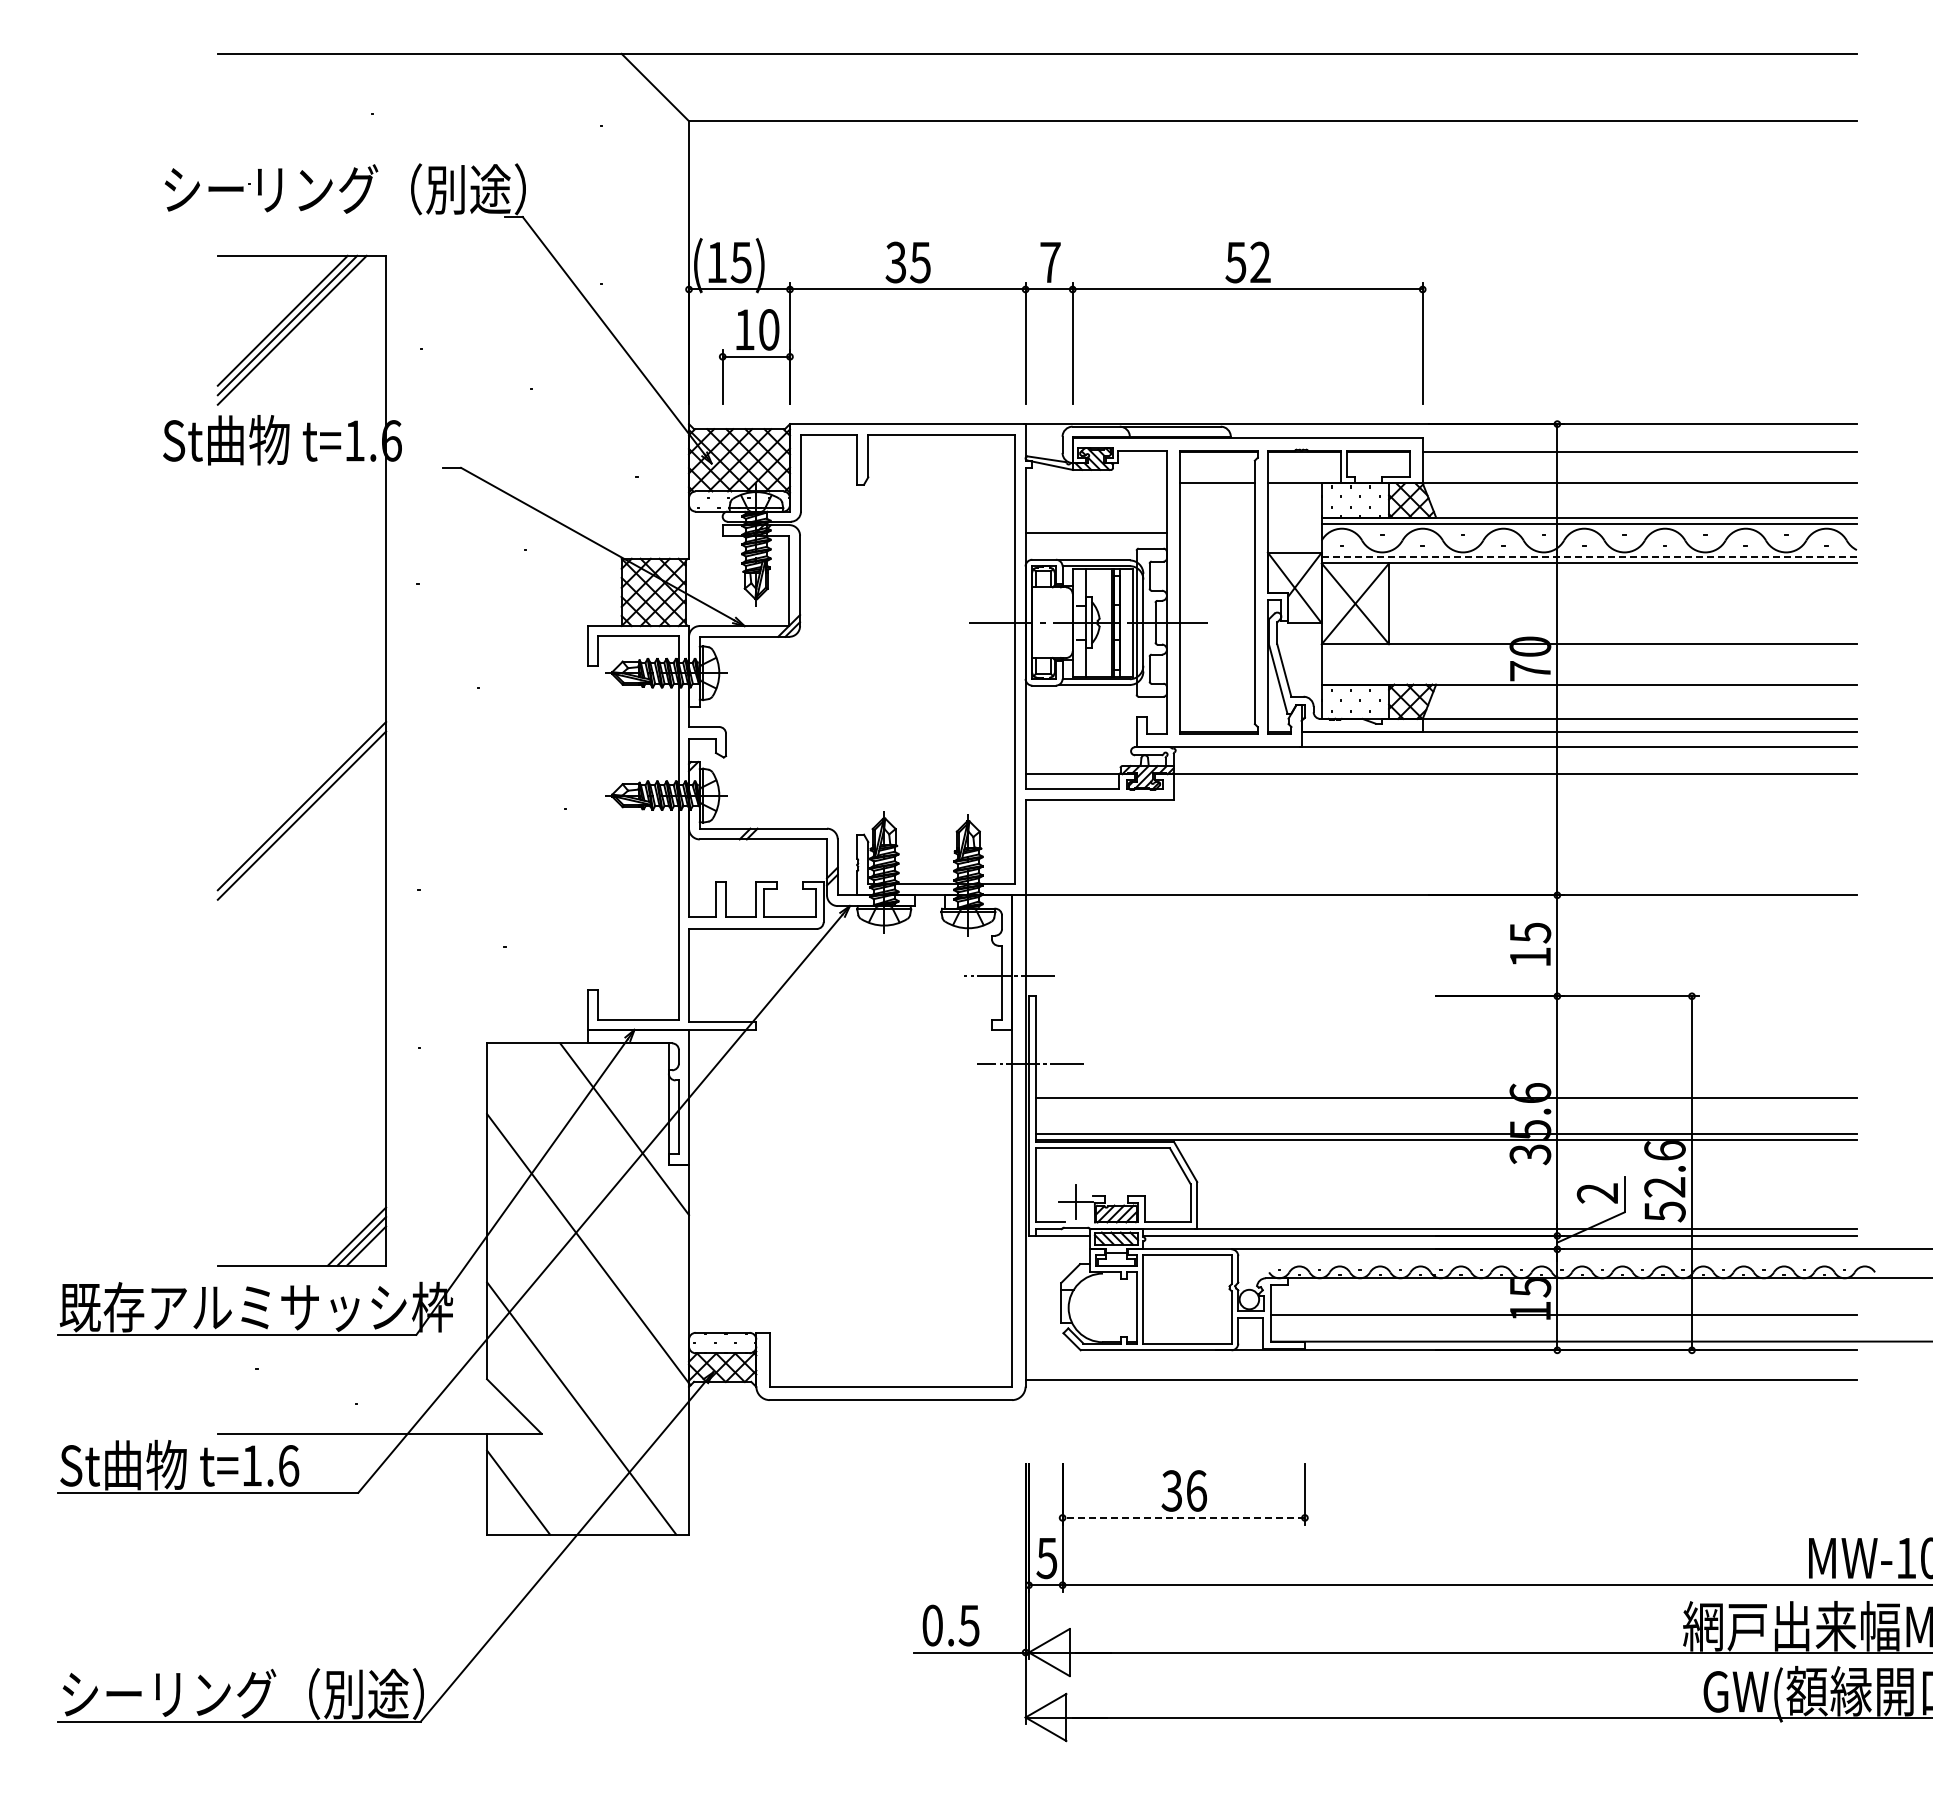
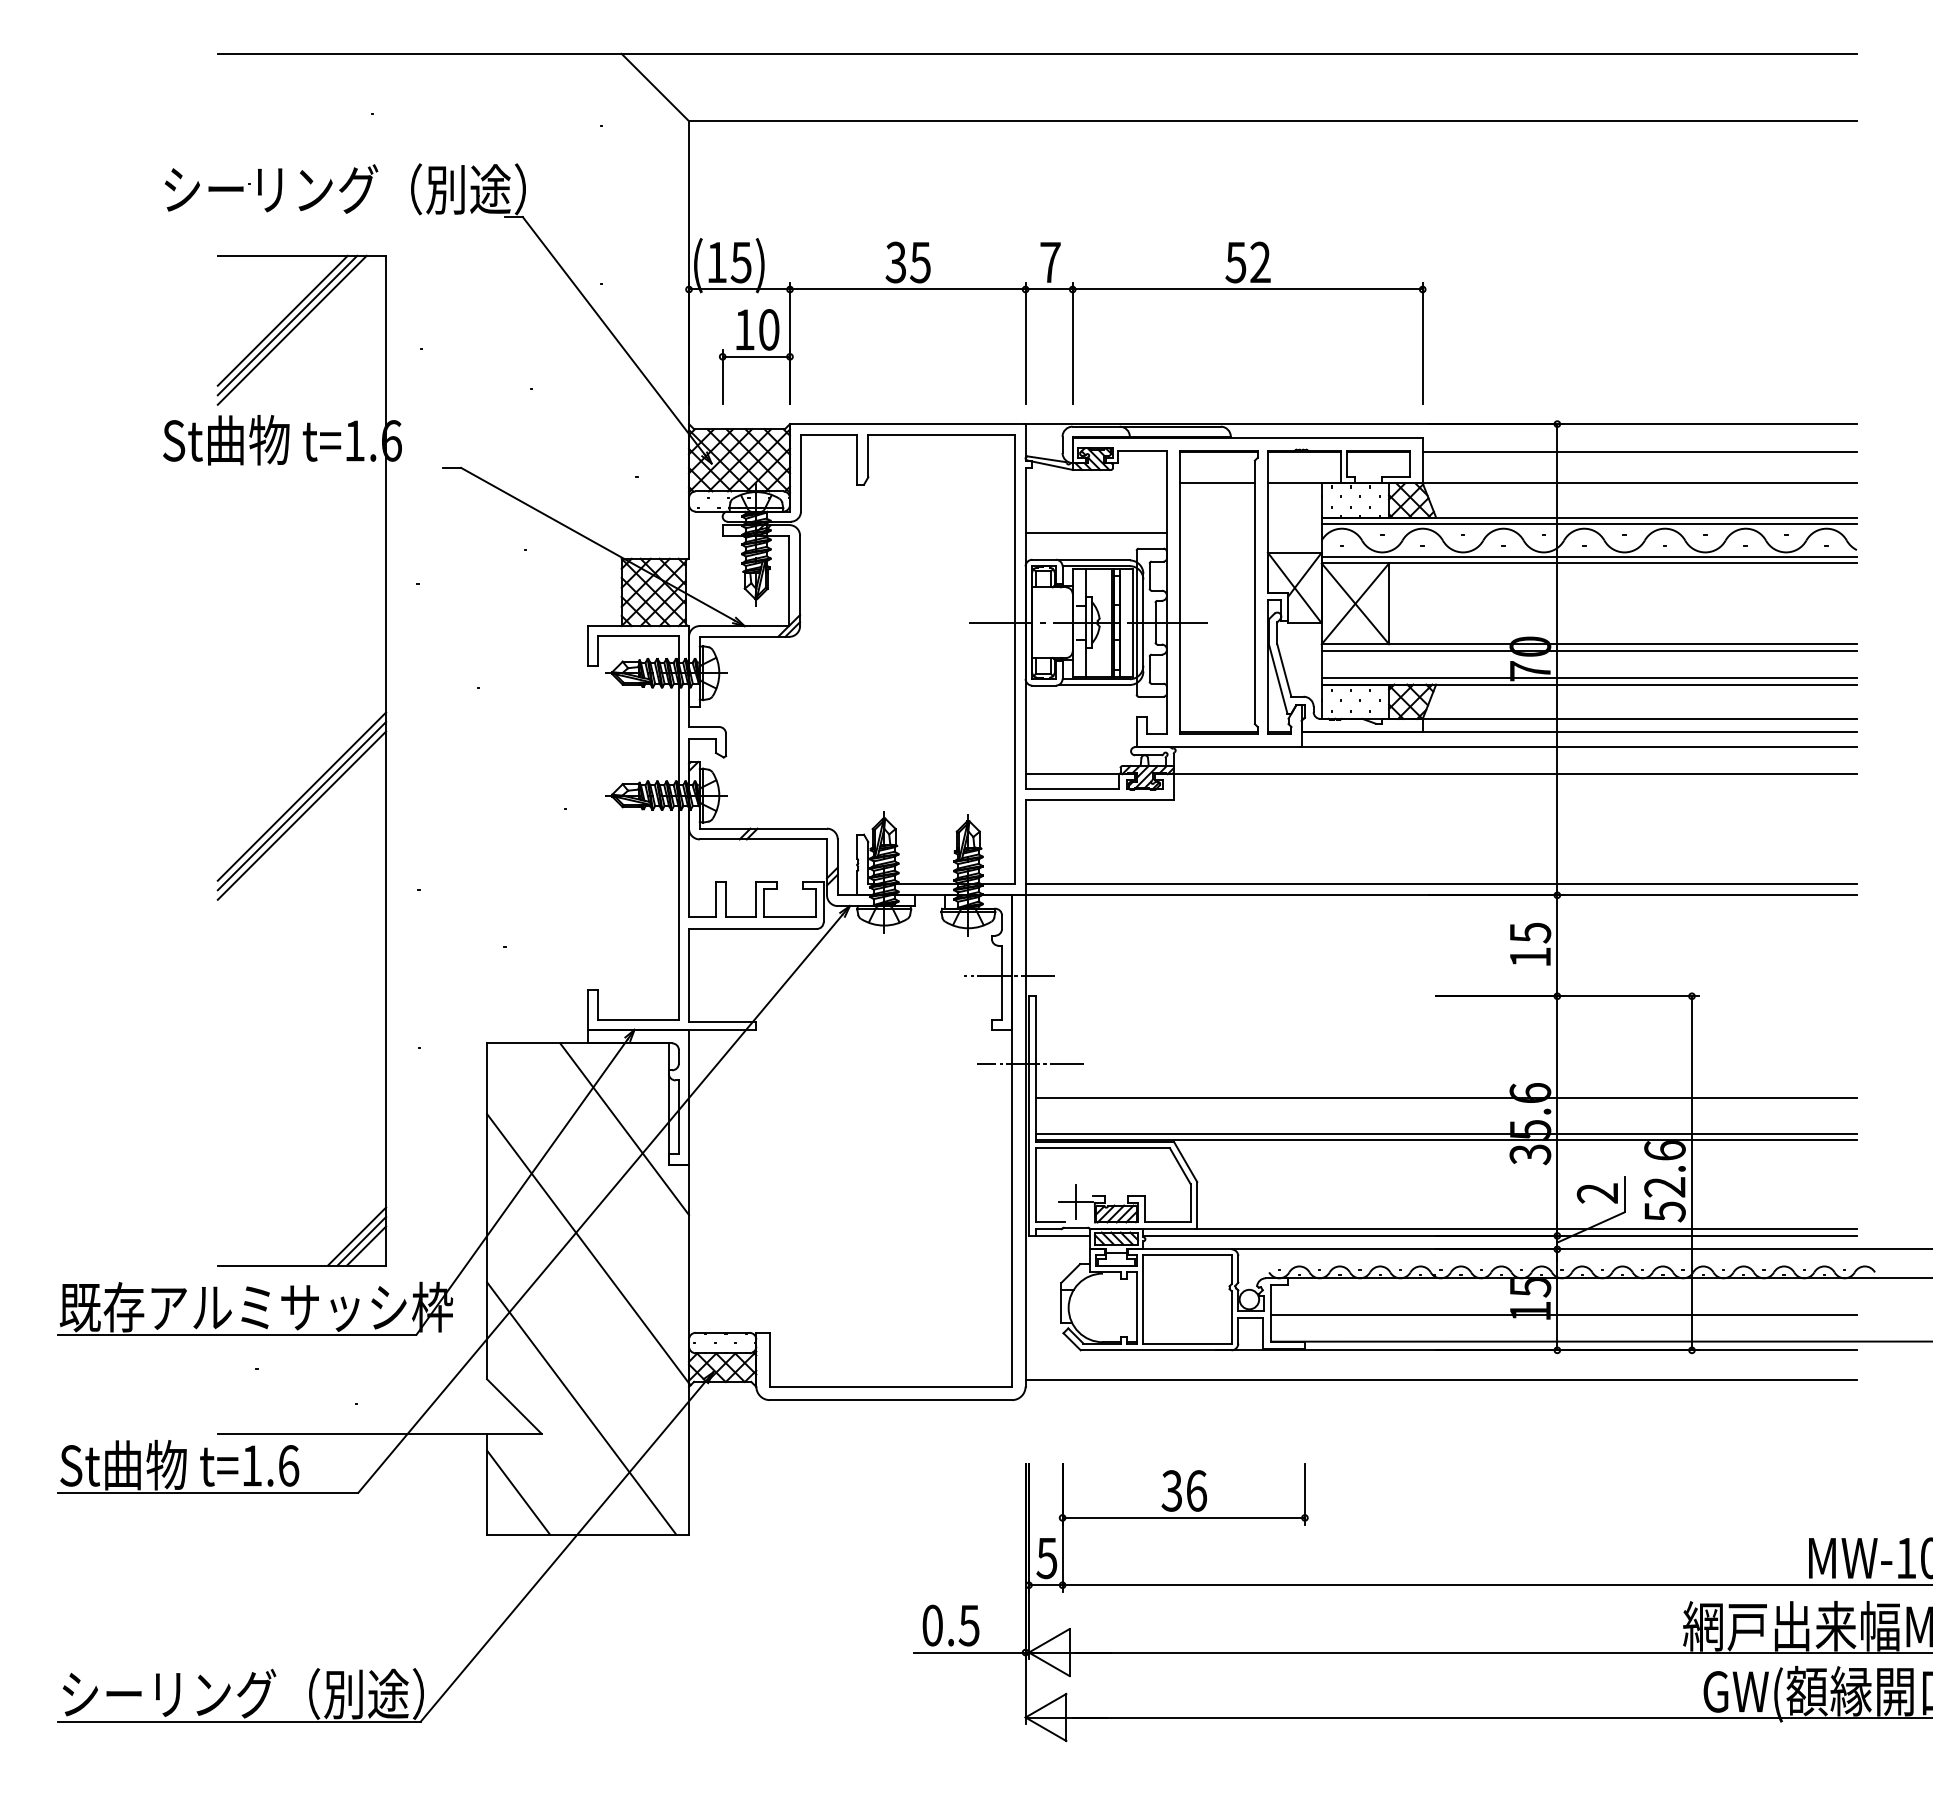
line at (1589, 556): dashed -> solid
line at (1588, 650): none -> present
line at (1588, 677): none -> present
line at (301, 796): none -> present
line at (1440, 884): none -> present
line at (1183, 1517): dashed -> solid
